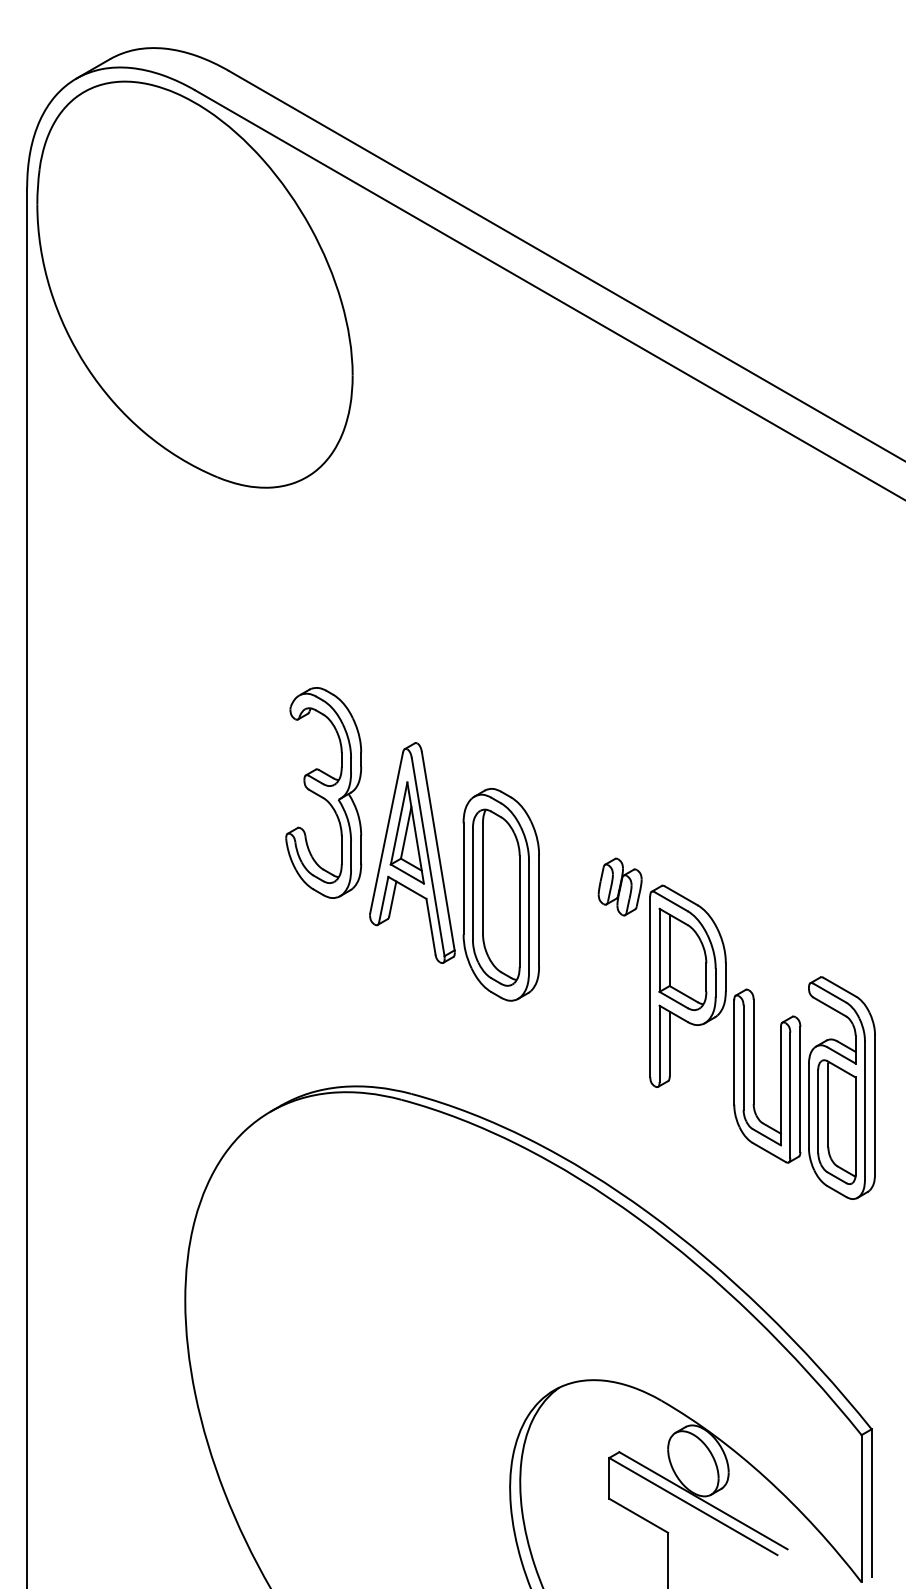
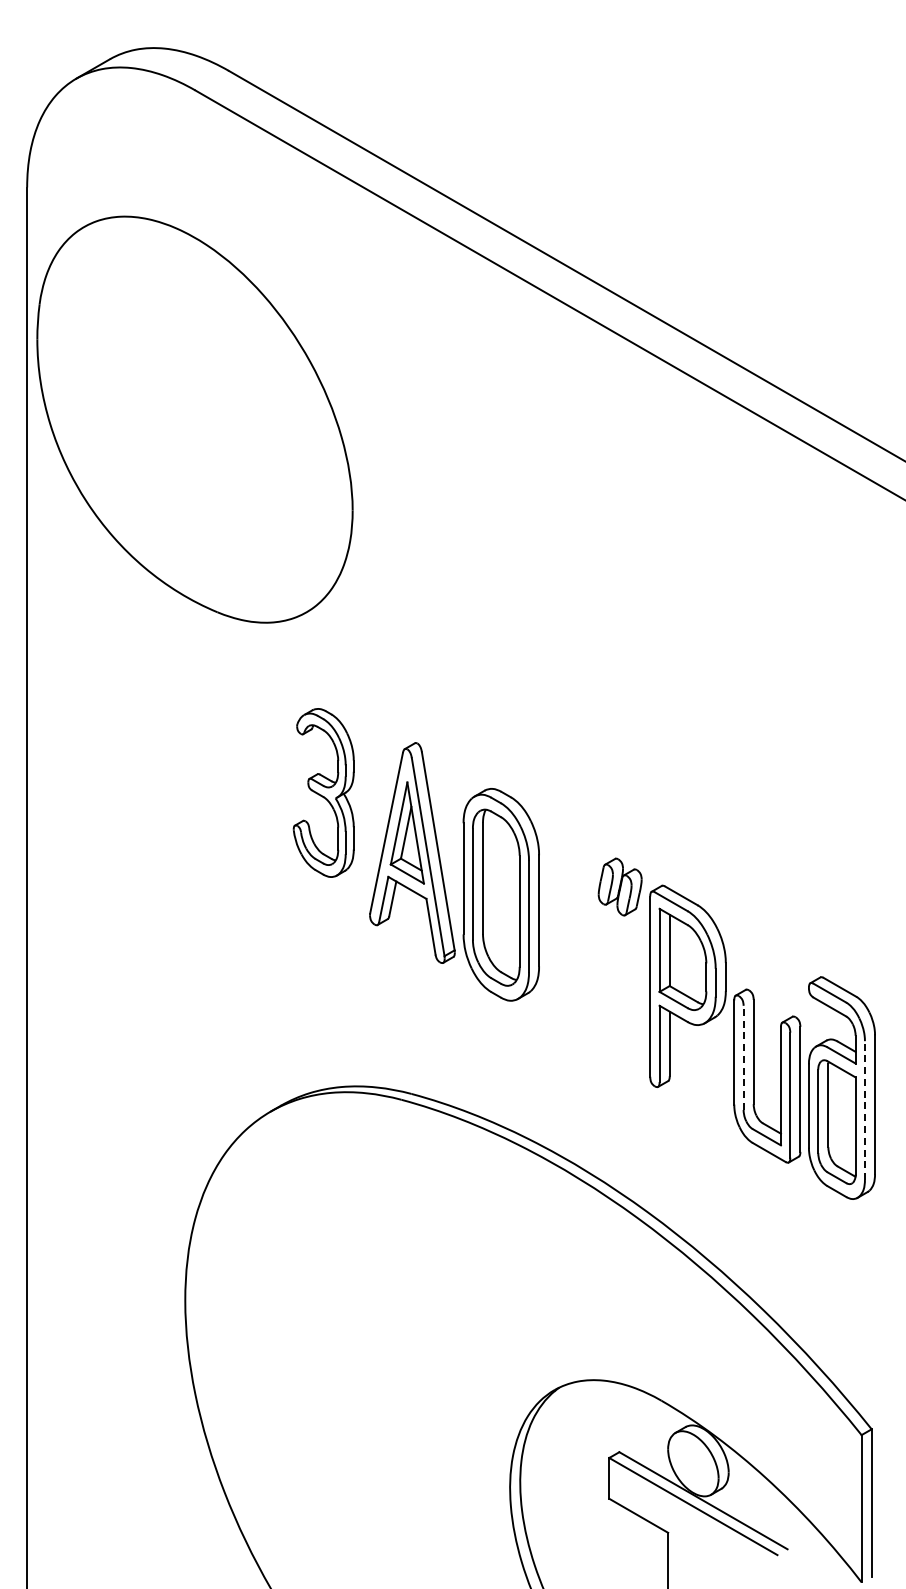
part at (194, 284) position: (194, 284) -> (194, 419)
part at (323, 792) size: 78x212 px -> 63x170 px
line at (743, 1057): solid -> dashed
line at (864, 1110): solid -> dashed
